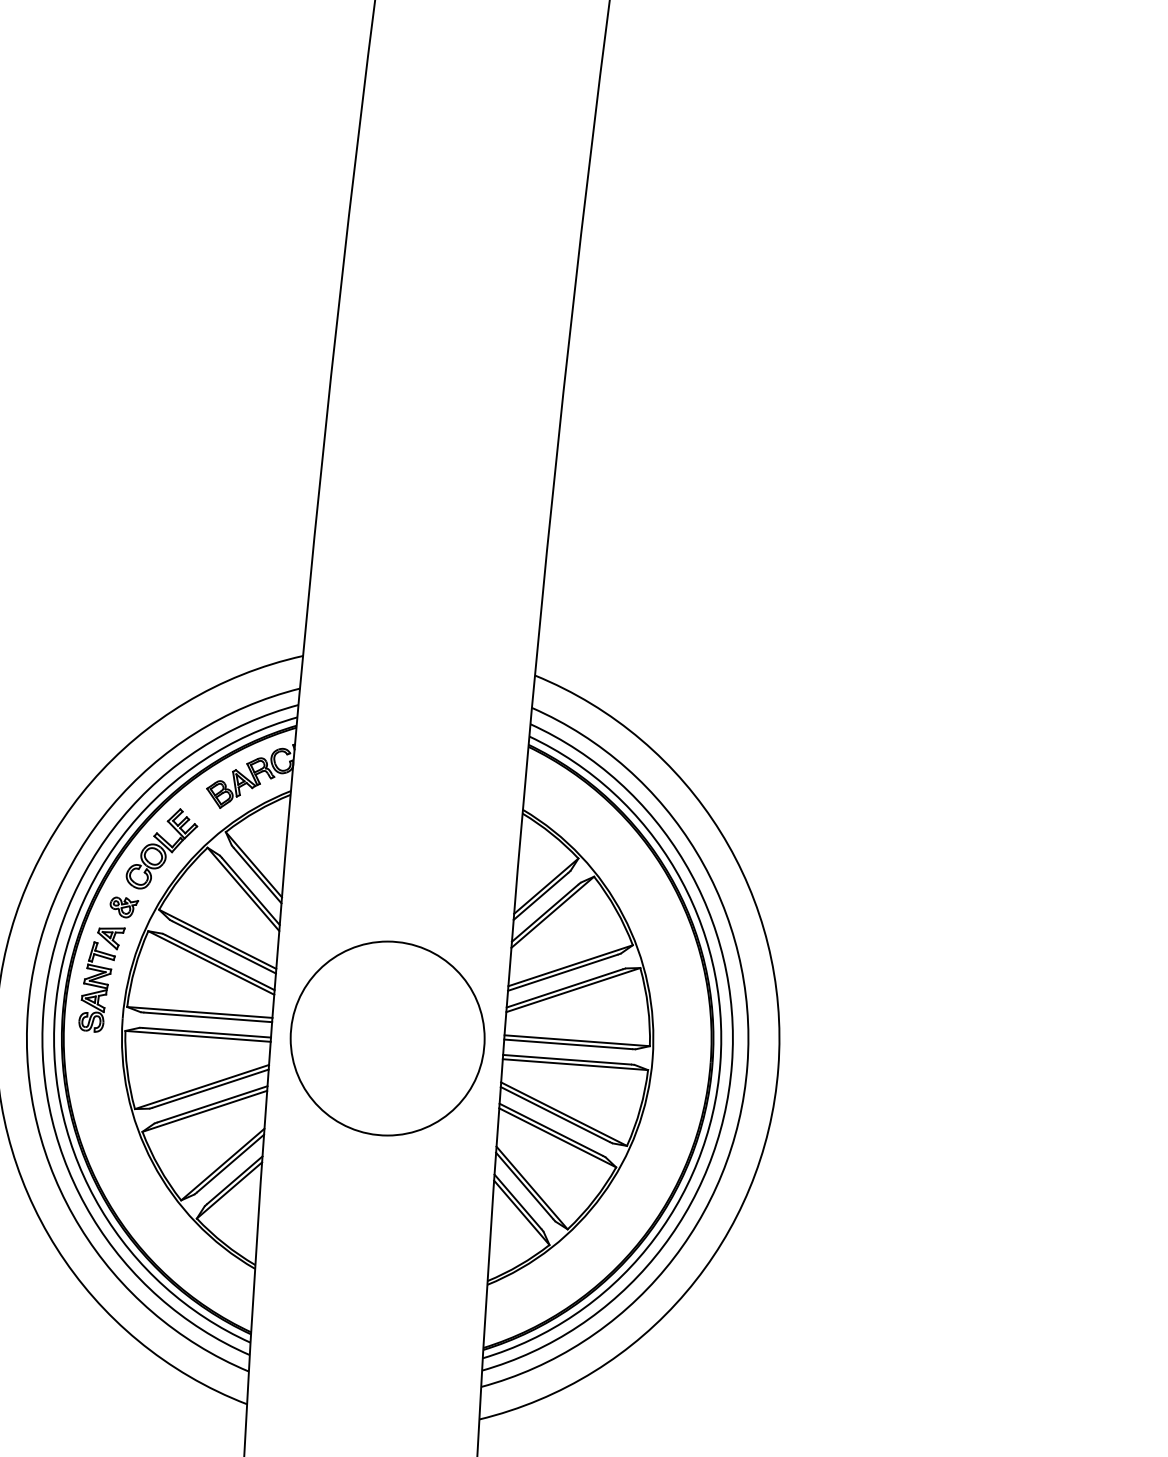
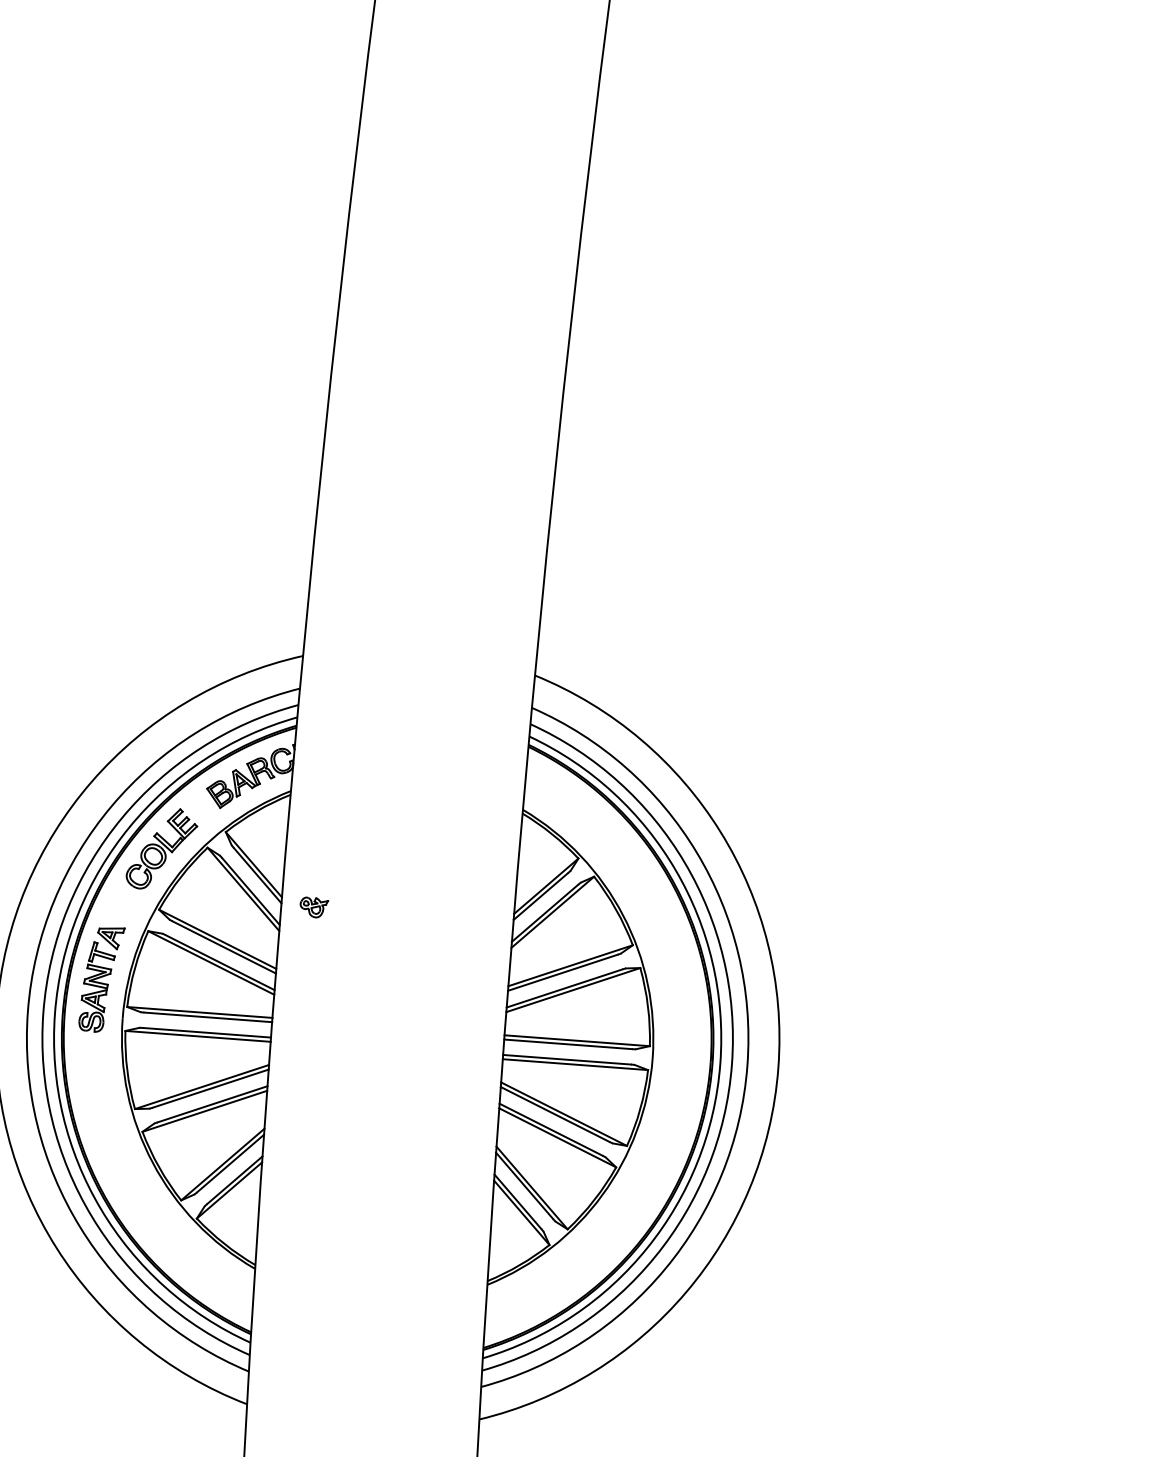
part at (124, 907) position: (124, 907) -> (314, 907)
circle at (387, 1038): present -> none
